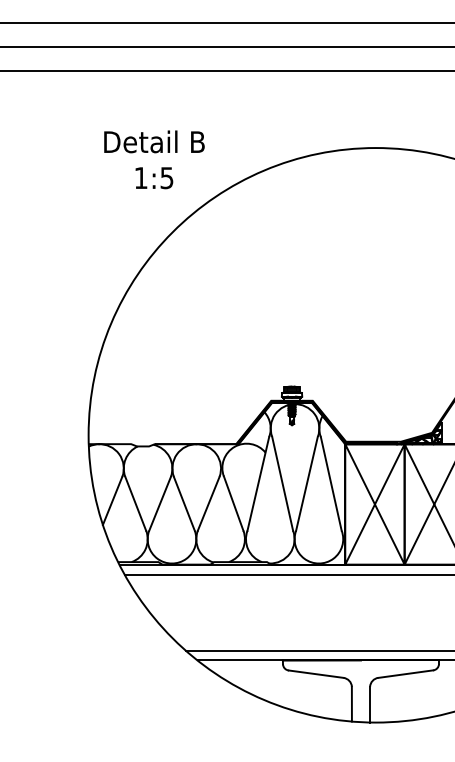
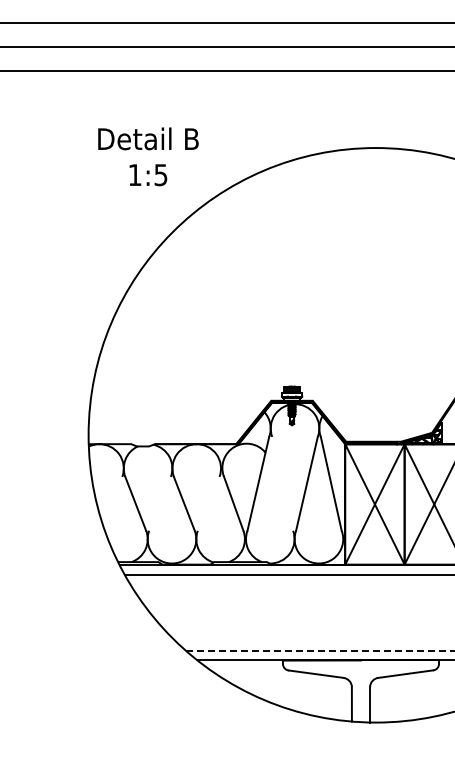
text at (154, 159) position: (154, 159) -> (148, 156)
line at (282, 483): present -> none
line at (112, 500): present -> none
line at (159, 503): present -> none
line at (208, 503): present -> none
line at (320, 650): solid -> dashed
